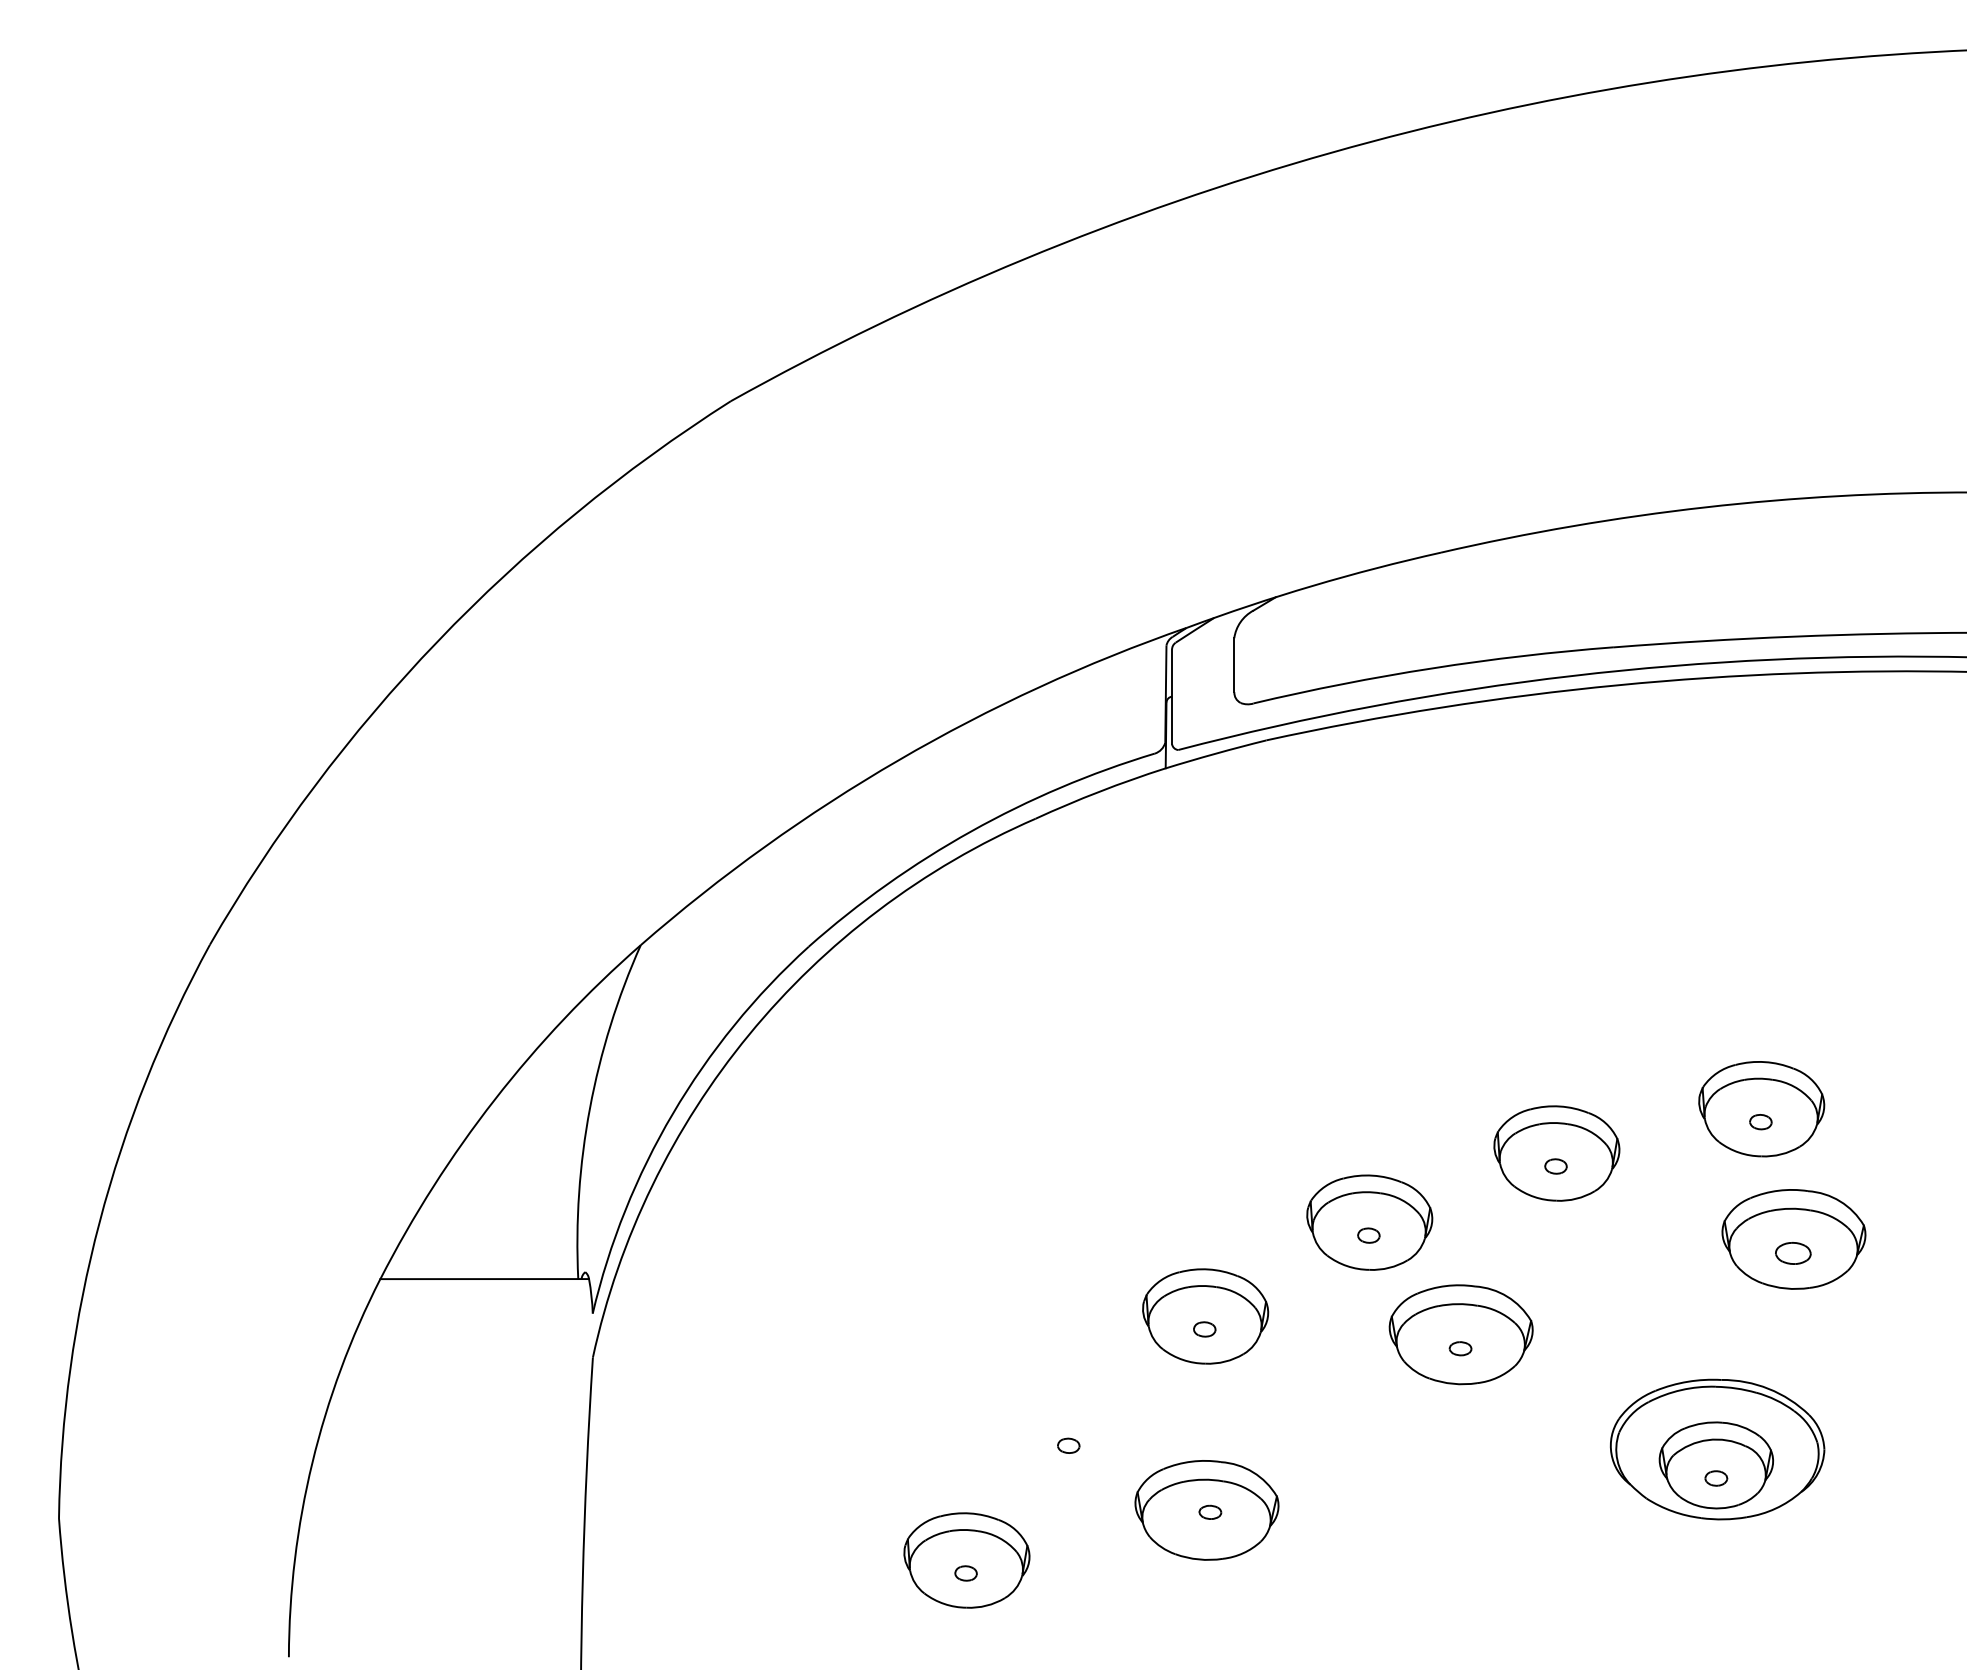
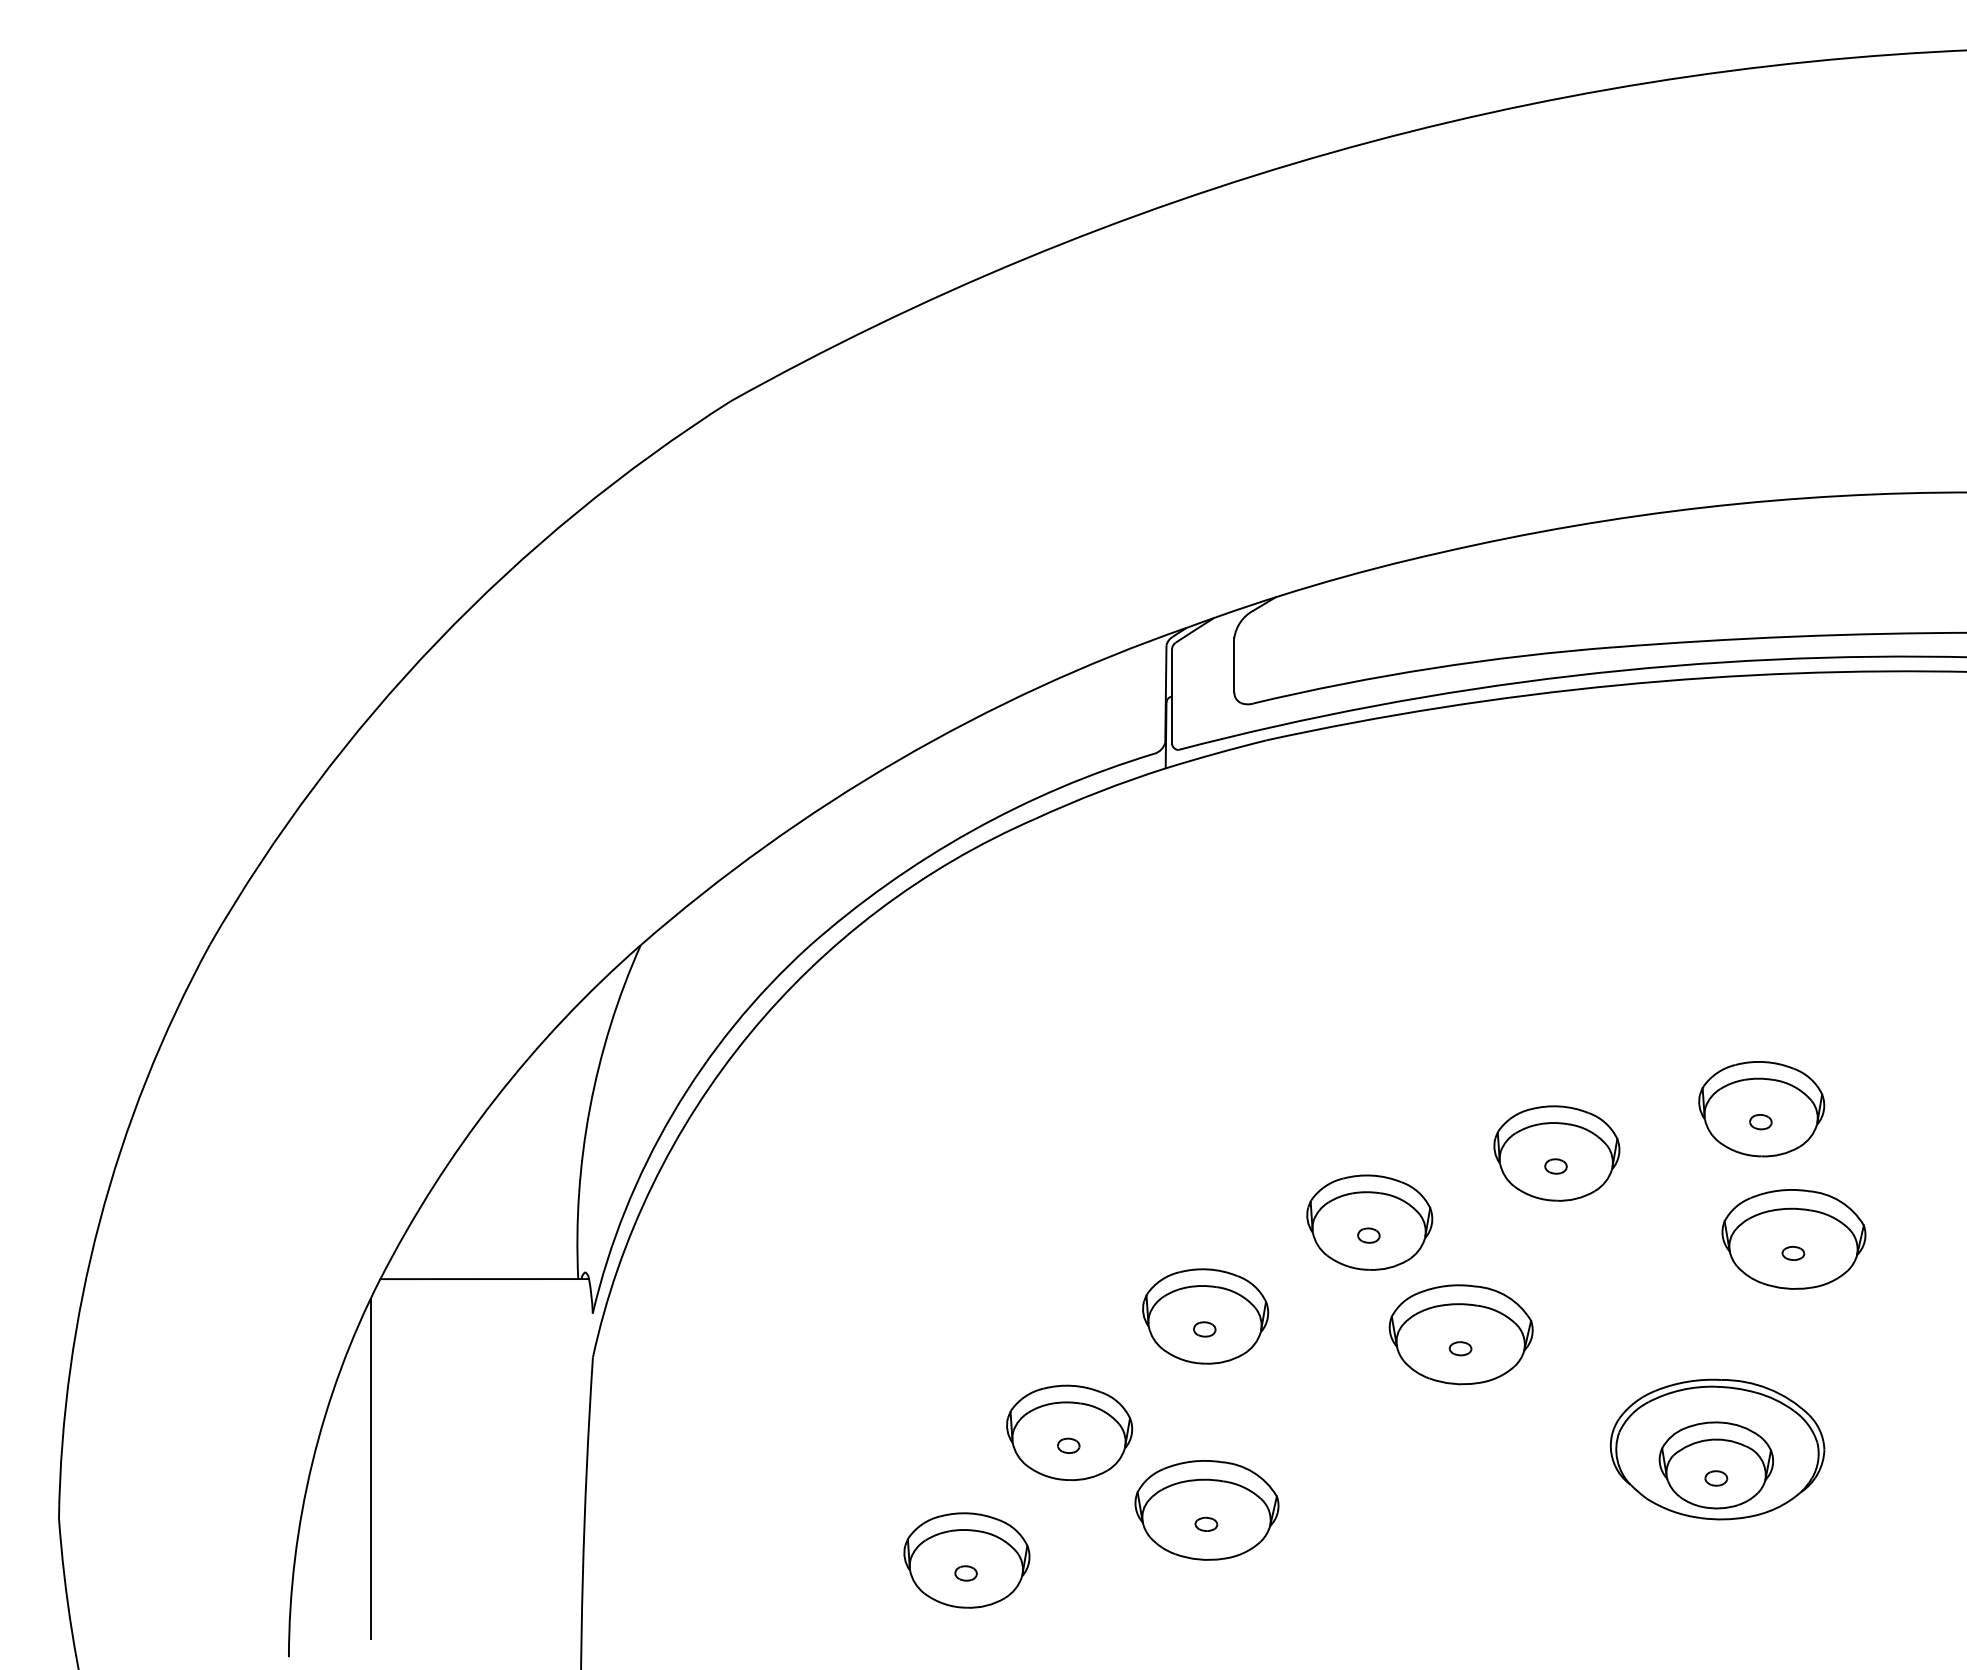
part at (1793, 1253) size: 37x23 px -> 25x15 px
part at (1069, 1432): none -> present
line at (370, 1468): none -> present
part at (1210, 1511) position: (1210, 1511) -> (1206, 1523)
